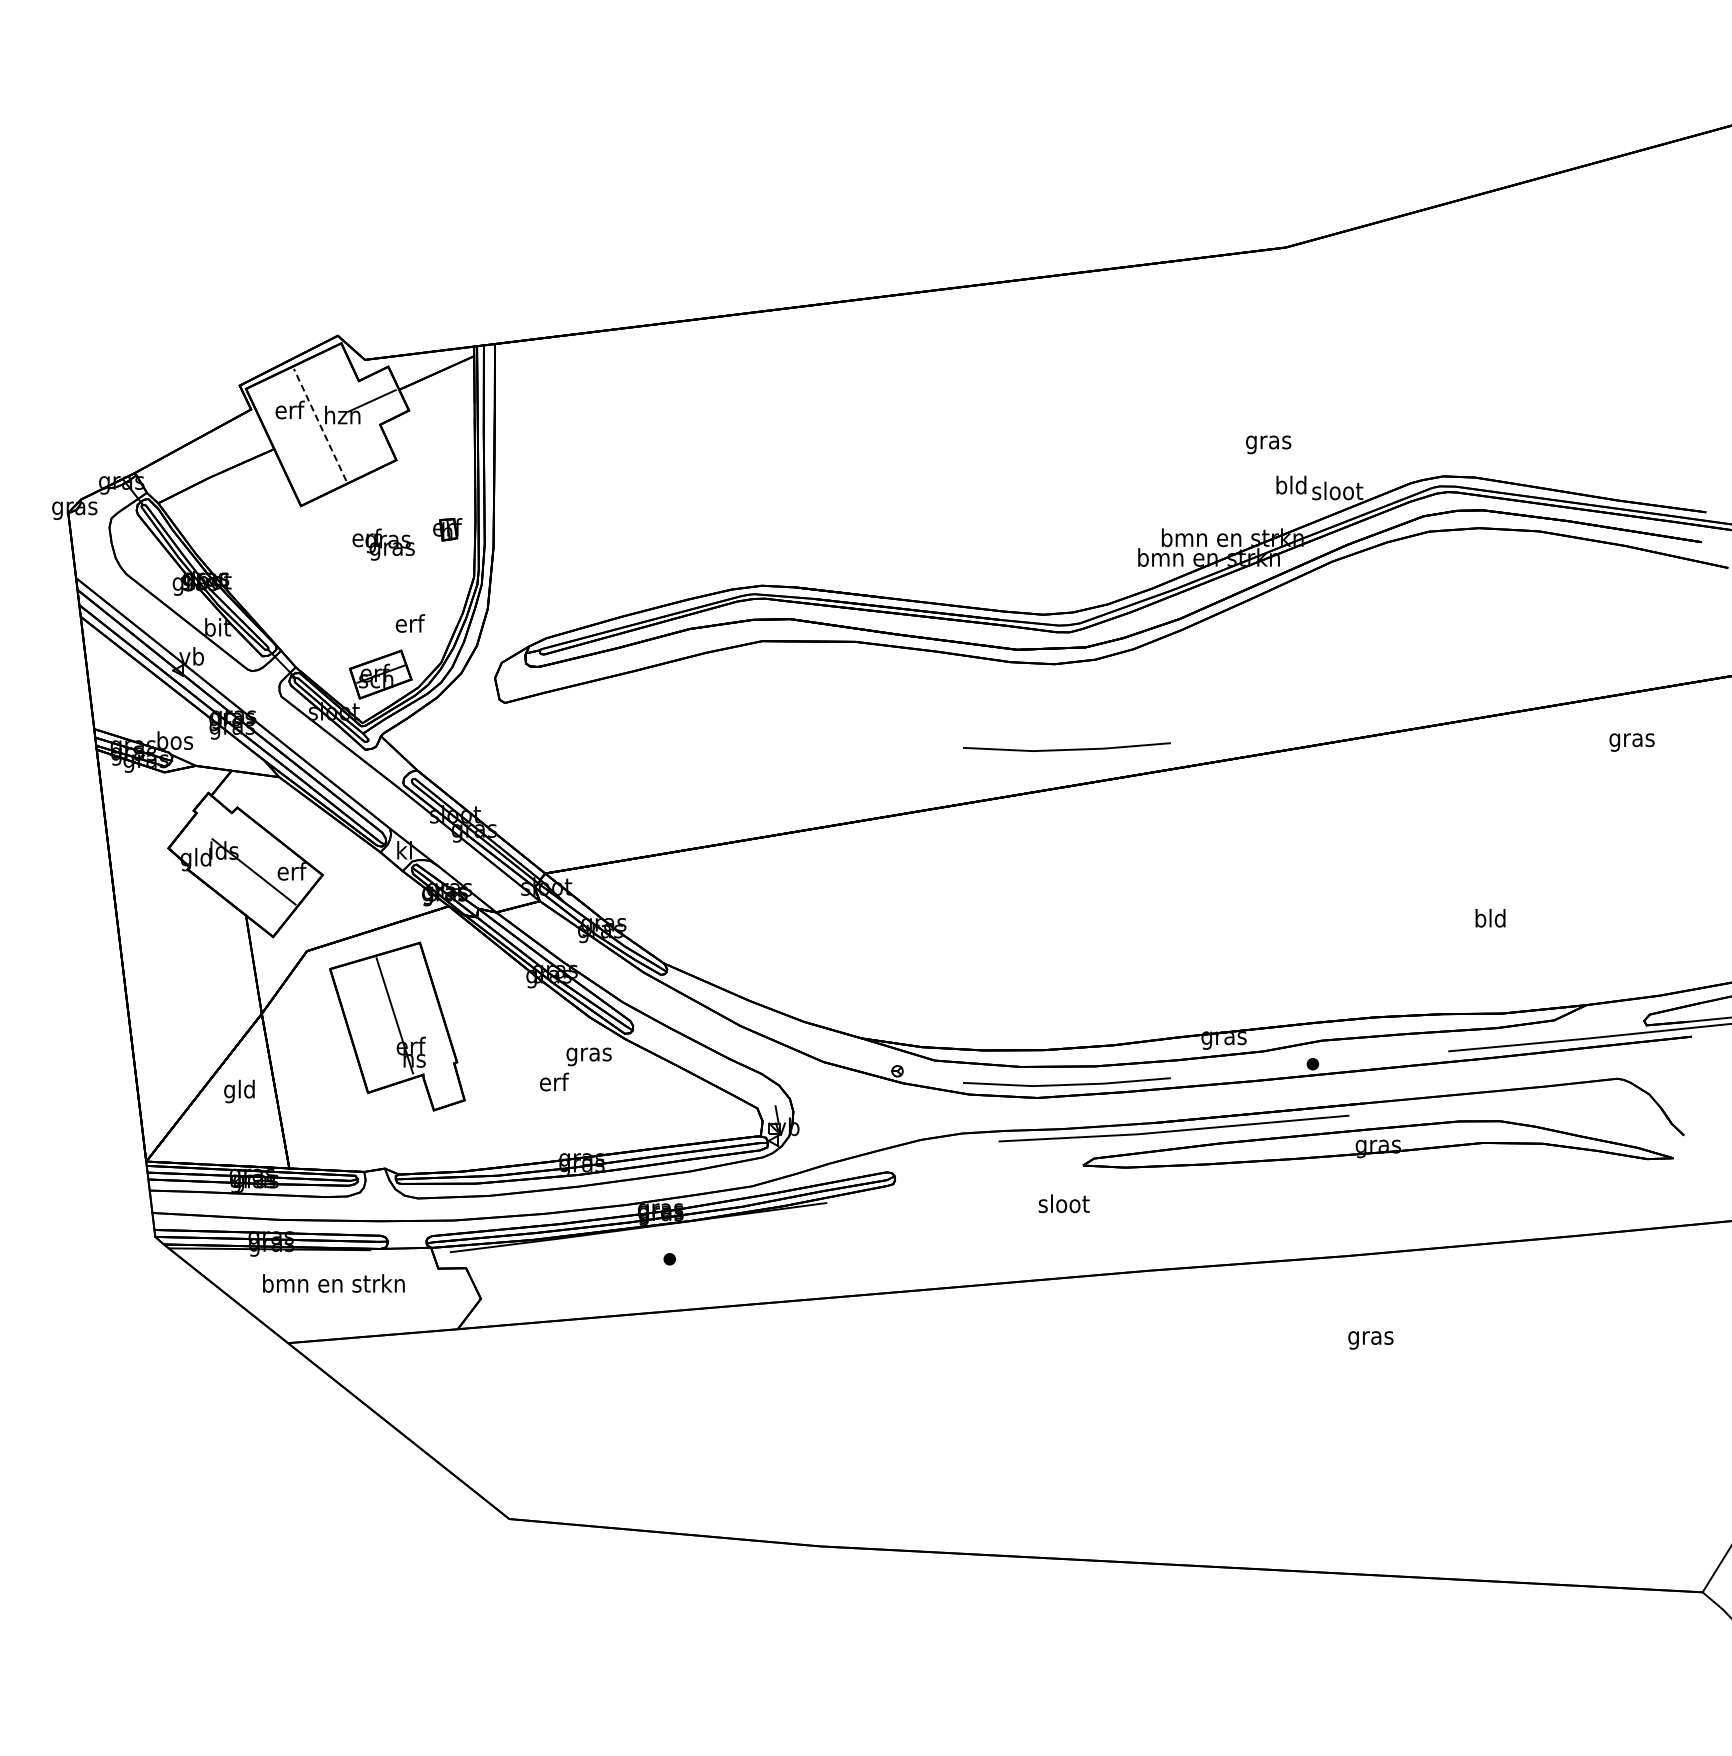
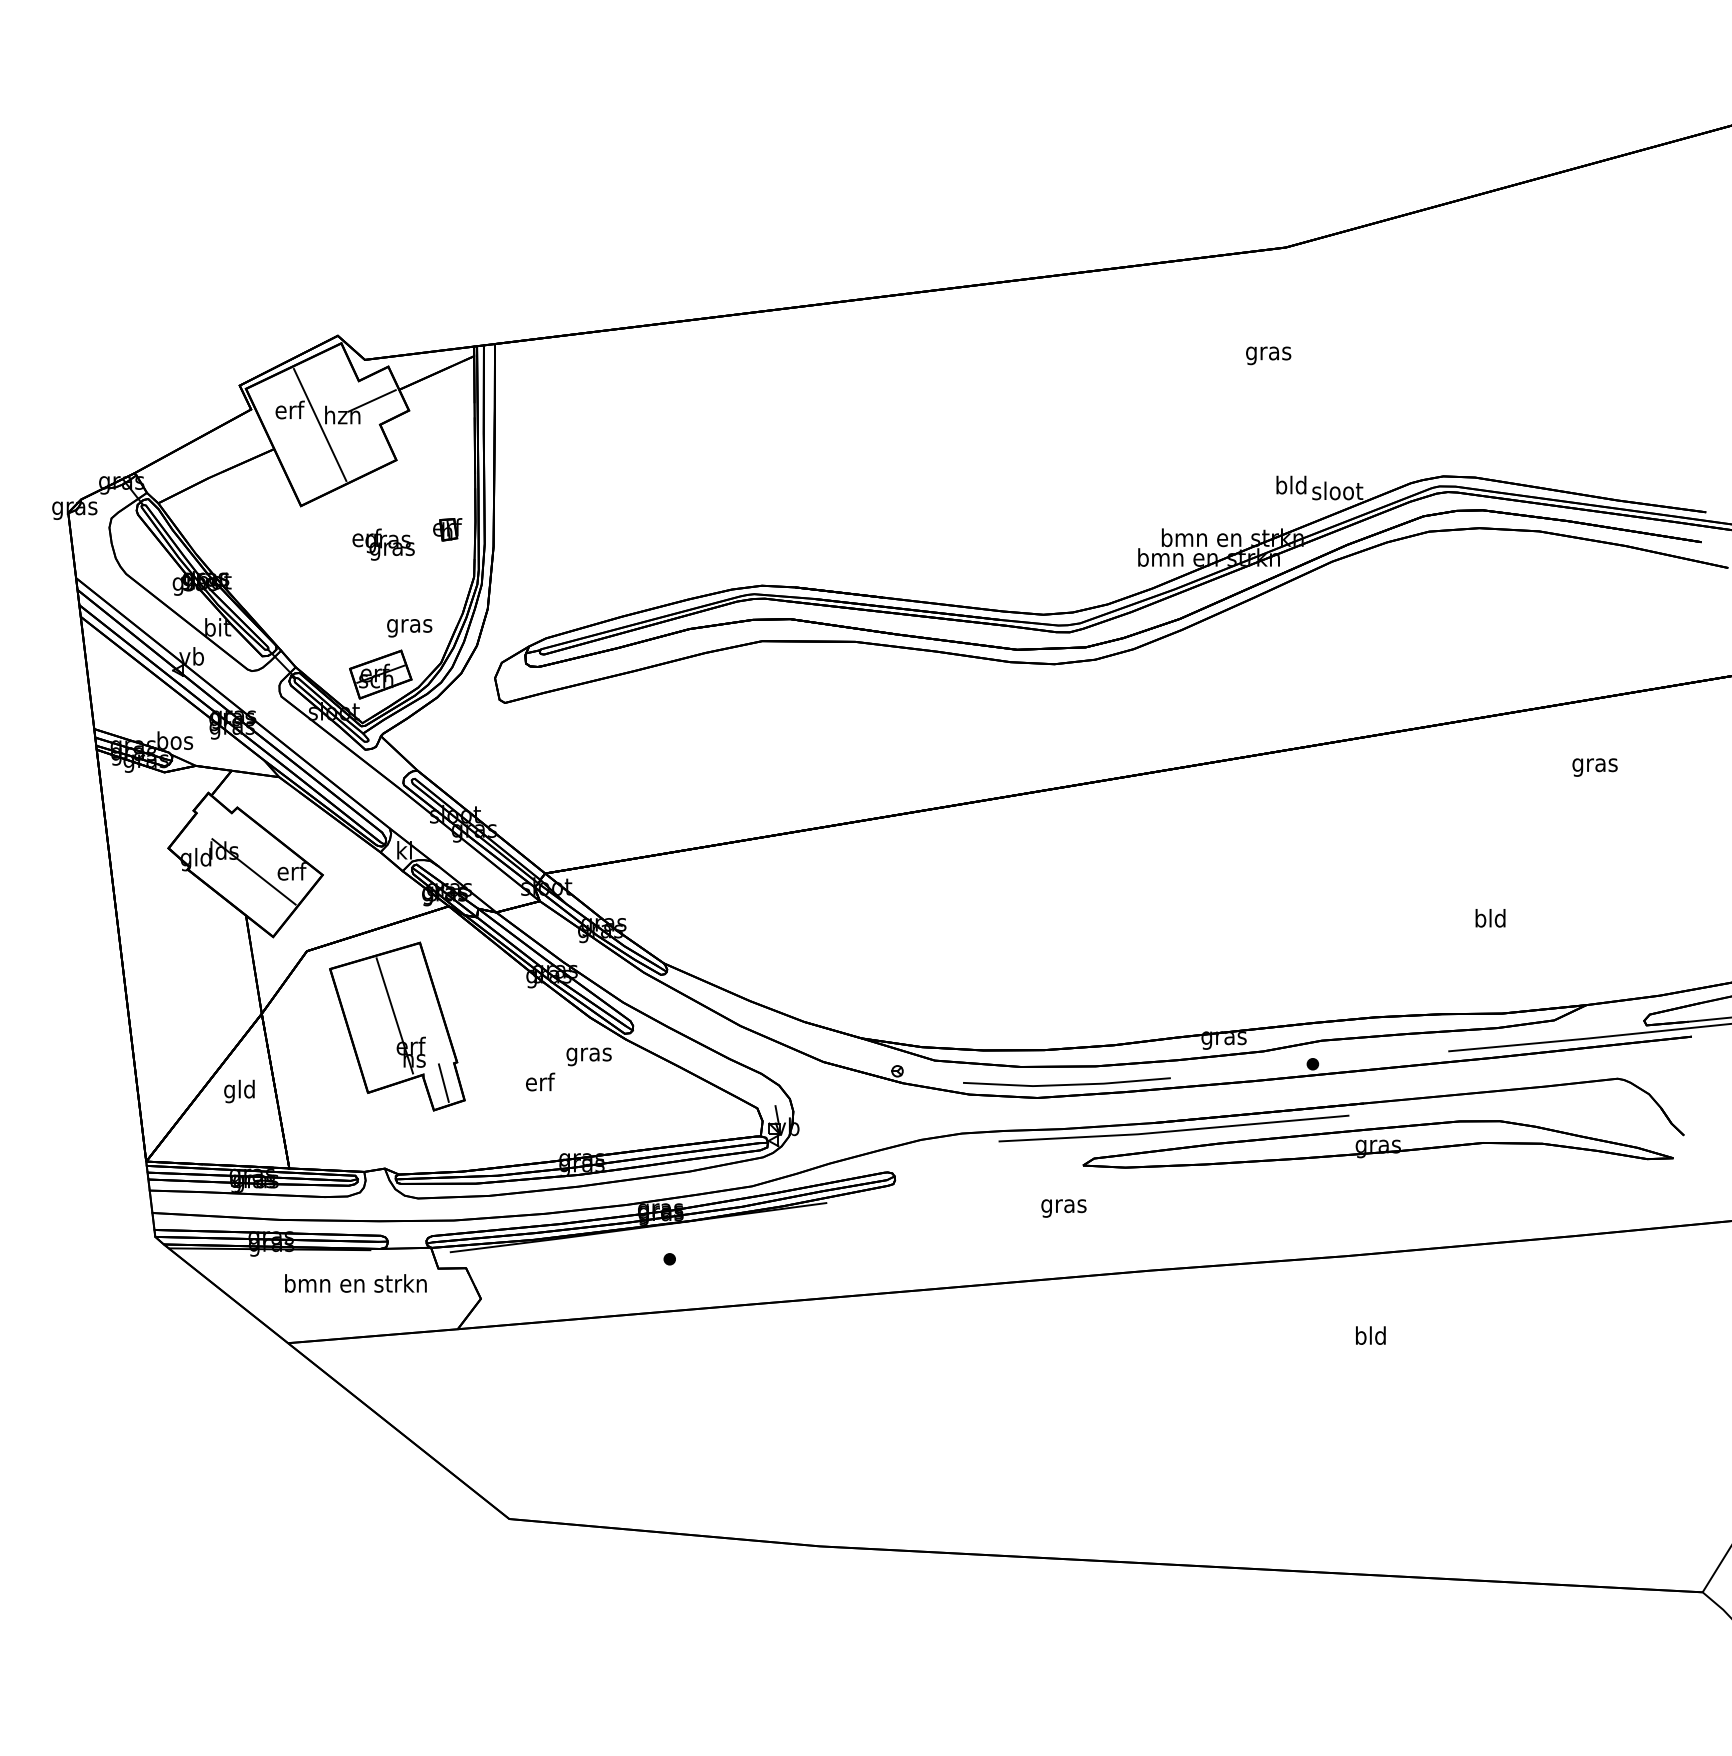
line at (320, 424): dashed -> solid
text at (1268, 444) position: (1268, 444) -> (1268, 355)
text at (409, 625): erf -> gras
text at (1631, 742) position: (1631, 742) -> (1594, 767)
line at (1066, 749): present -> none
text at (554, 1081) position: (554, 1081) -> (540, 1081)
line at (443, 1082): none -> present
text at (1063, 1205): sloot -> gras
text at (333, 1283) position: (333, 1283) -> (355, 1283)
text at (1370, 1337): gras -> bld
